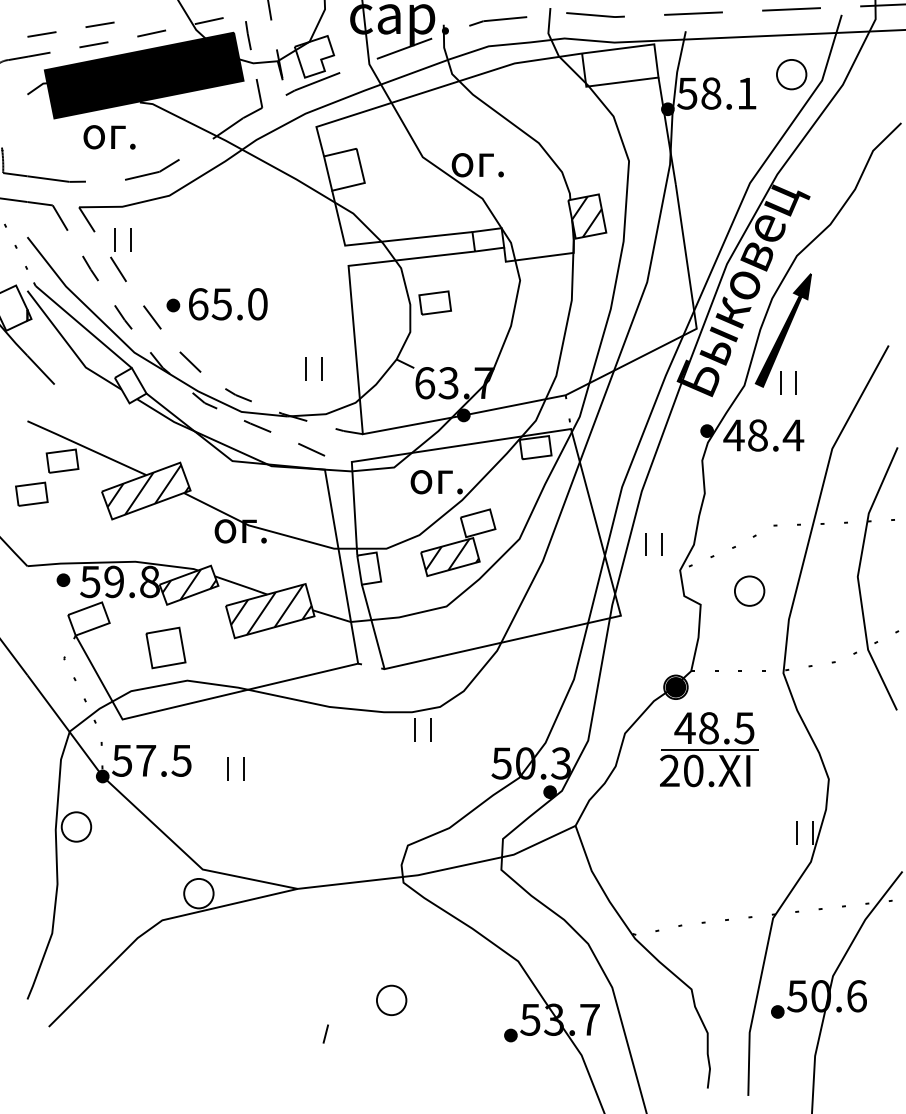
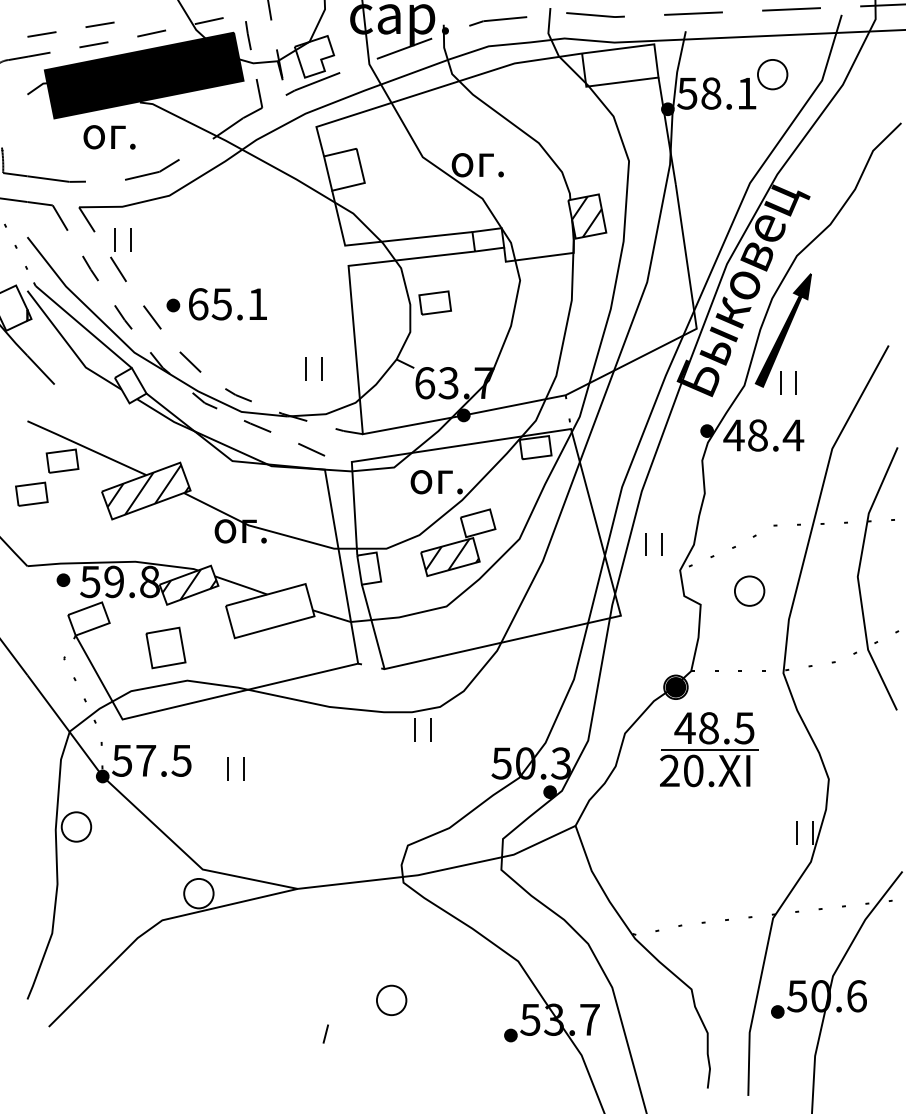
part at (791, 74) position: (791, 74) -> (772, 74)
text at (257, 304): 65.0 -> 65.1
hatch at (271, 609): present -> none
